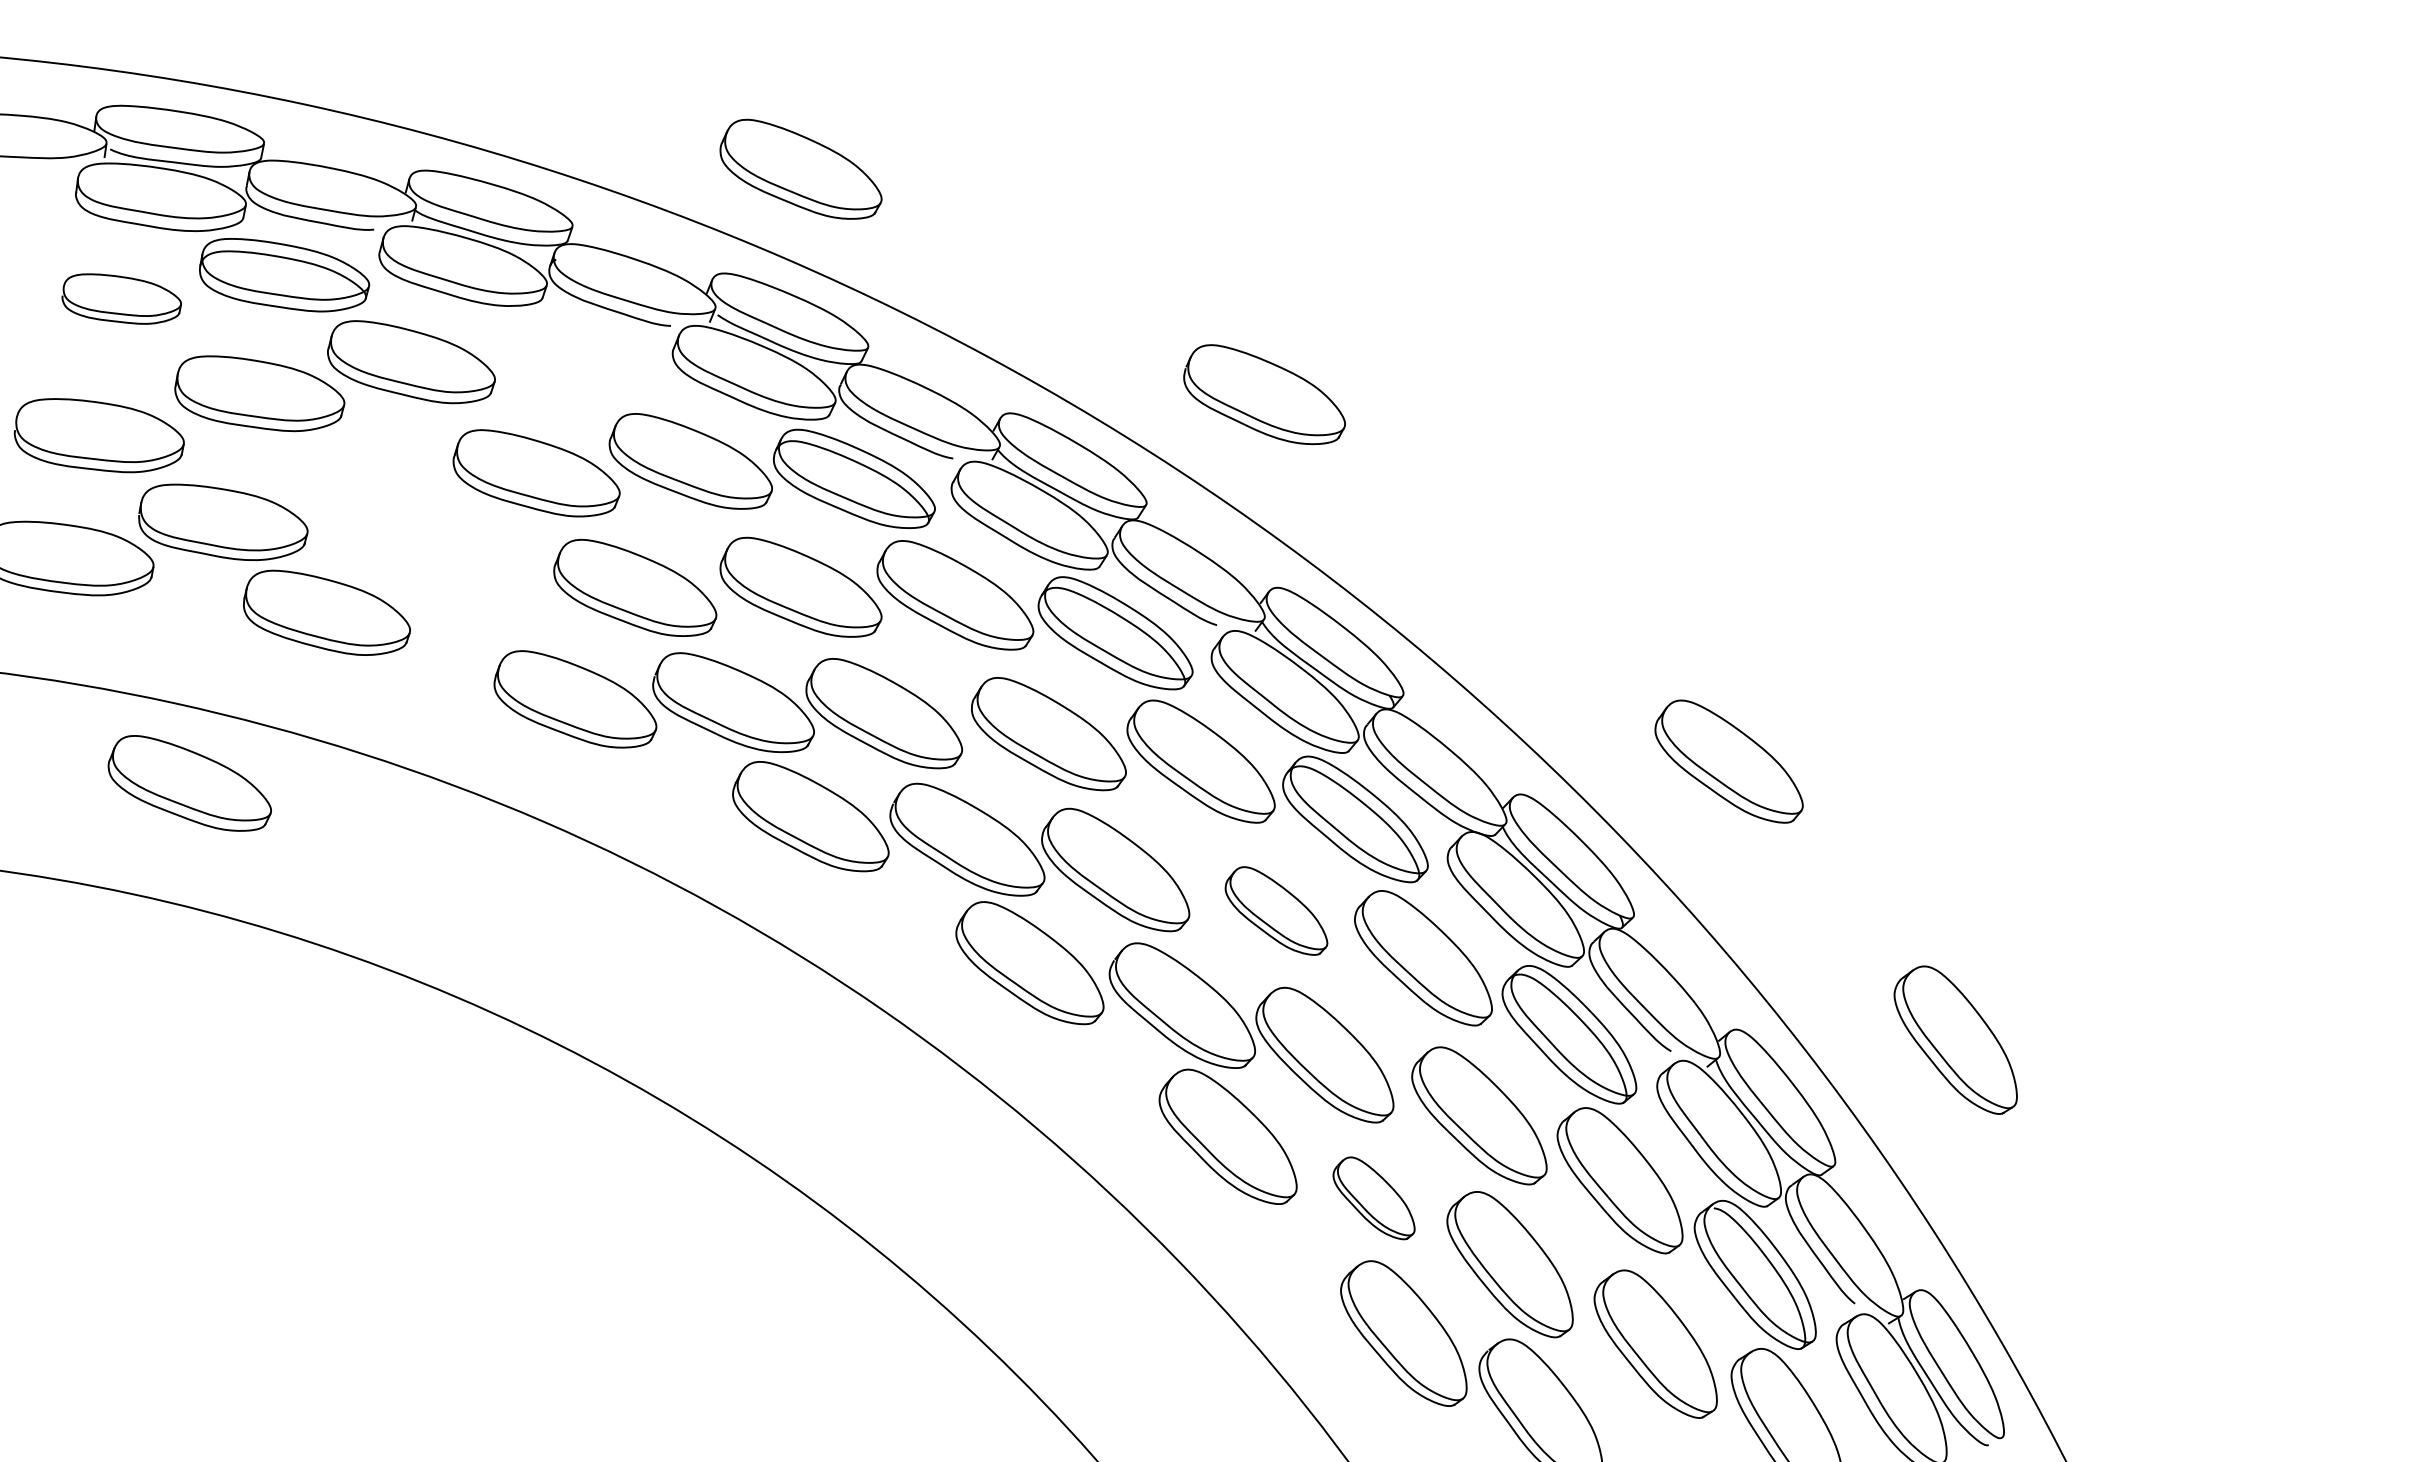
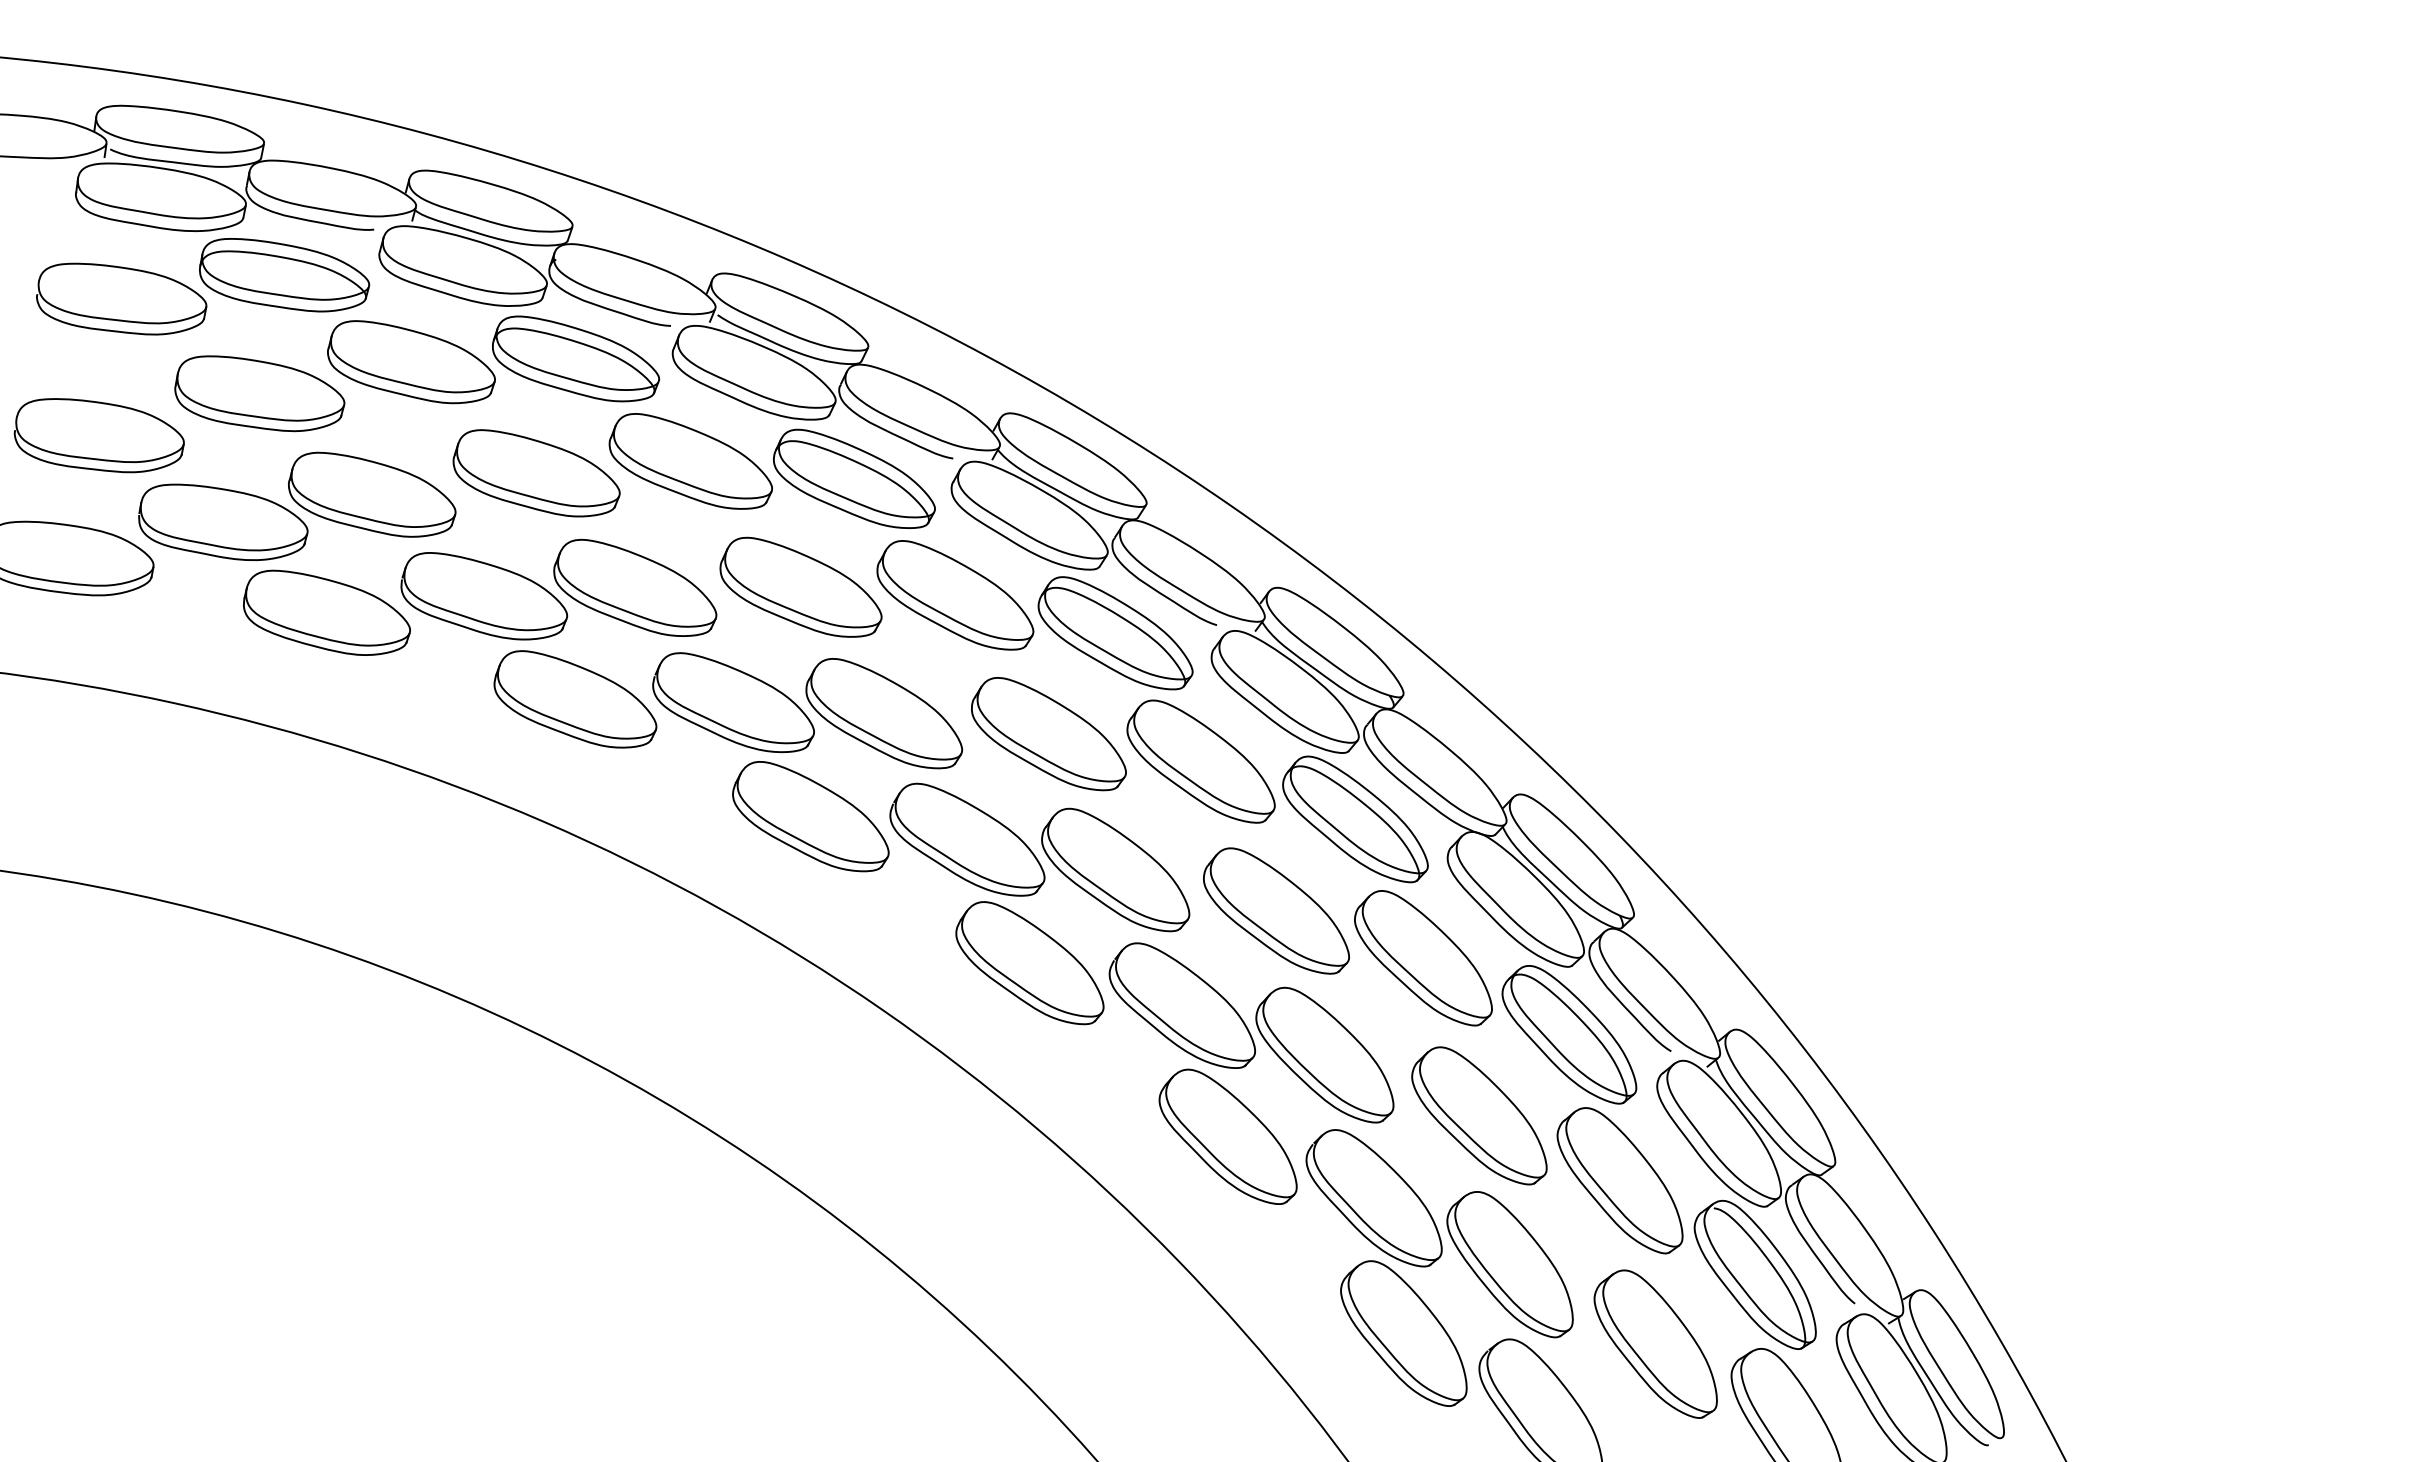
part at (800, 168): present -> none
part at (121, 298) size: 121x52 px -> 172x74 px
part at (576, 358): none -> present
part at (1264, 394): present -> none
part at (372, 494): none -> present
part at (484, 596): none -> present
part at (1728, 761): present -> none
part at (189, 783): present -> none
part at (1276, 910) size: 105x90 px -> 147x128 px
part at (1955, 1039): present -> none
part at (1373, 1198) size: 84x85 px -> 138x139 px
